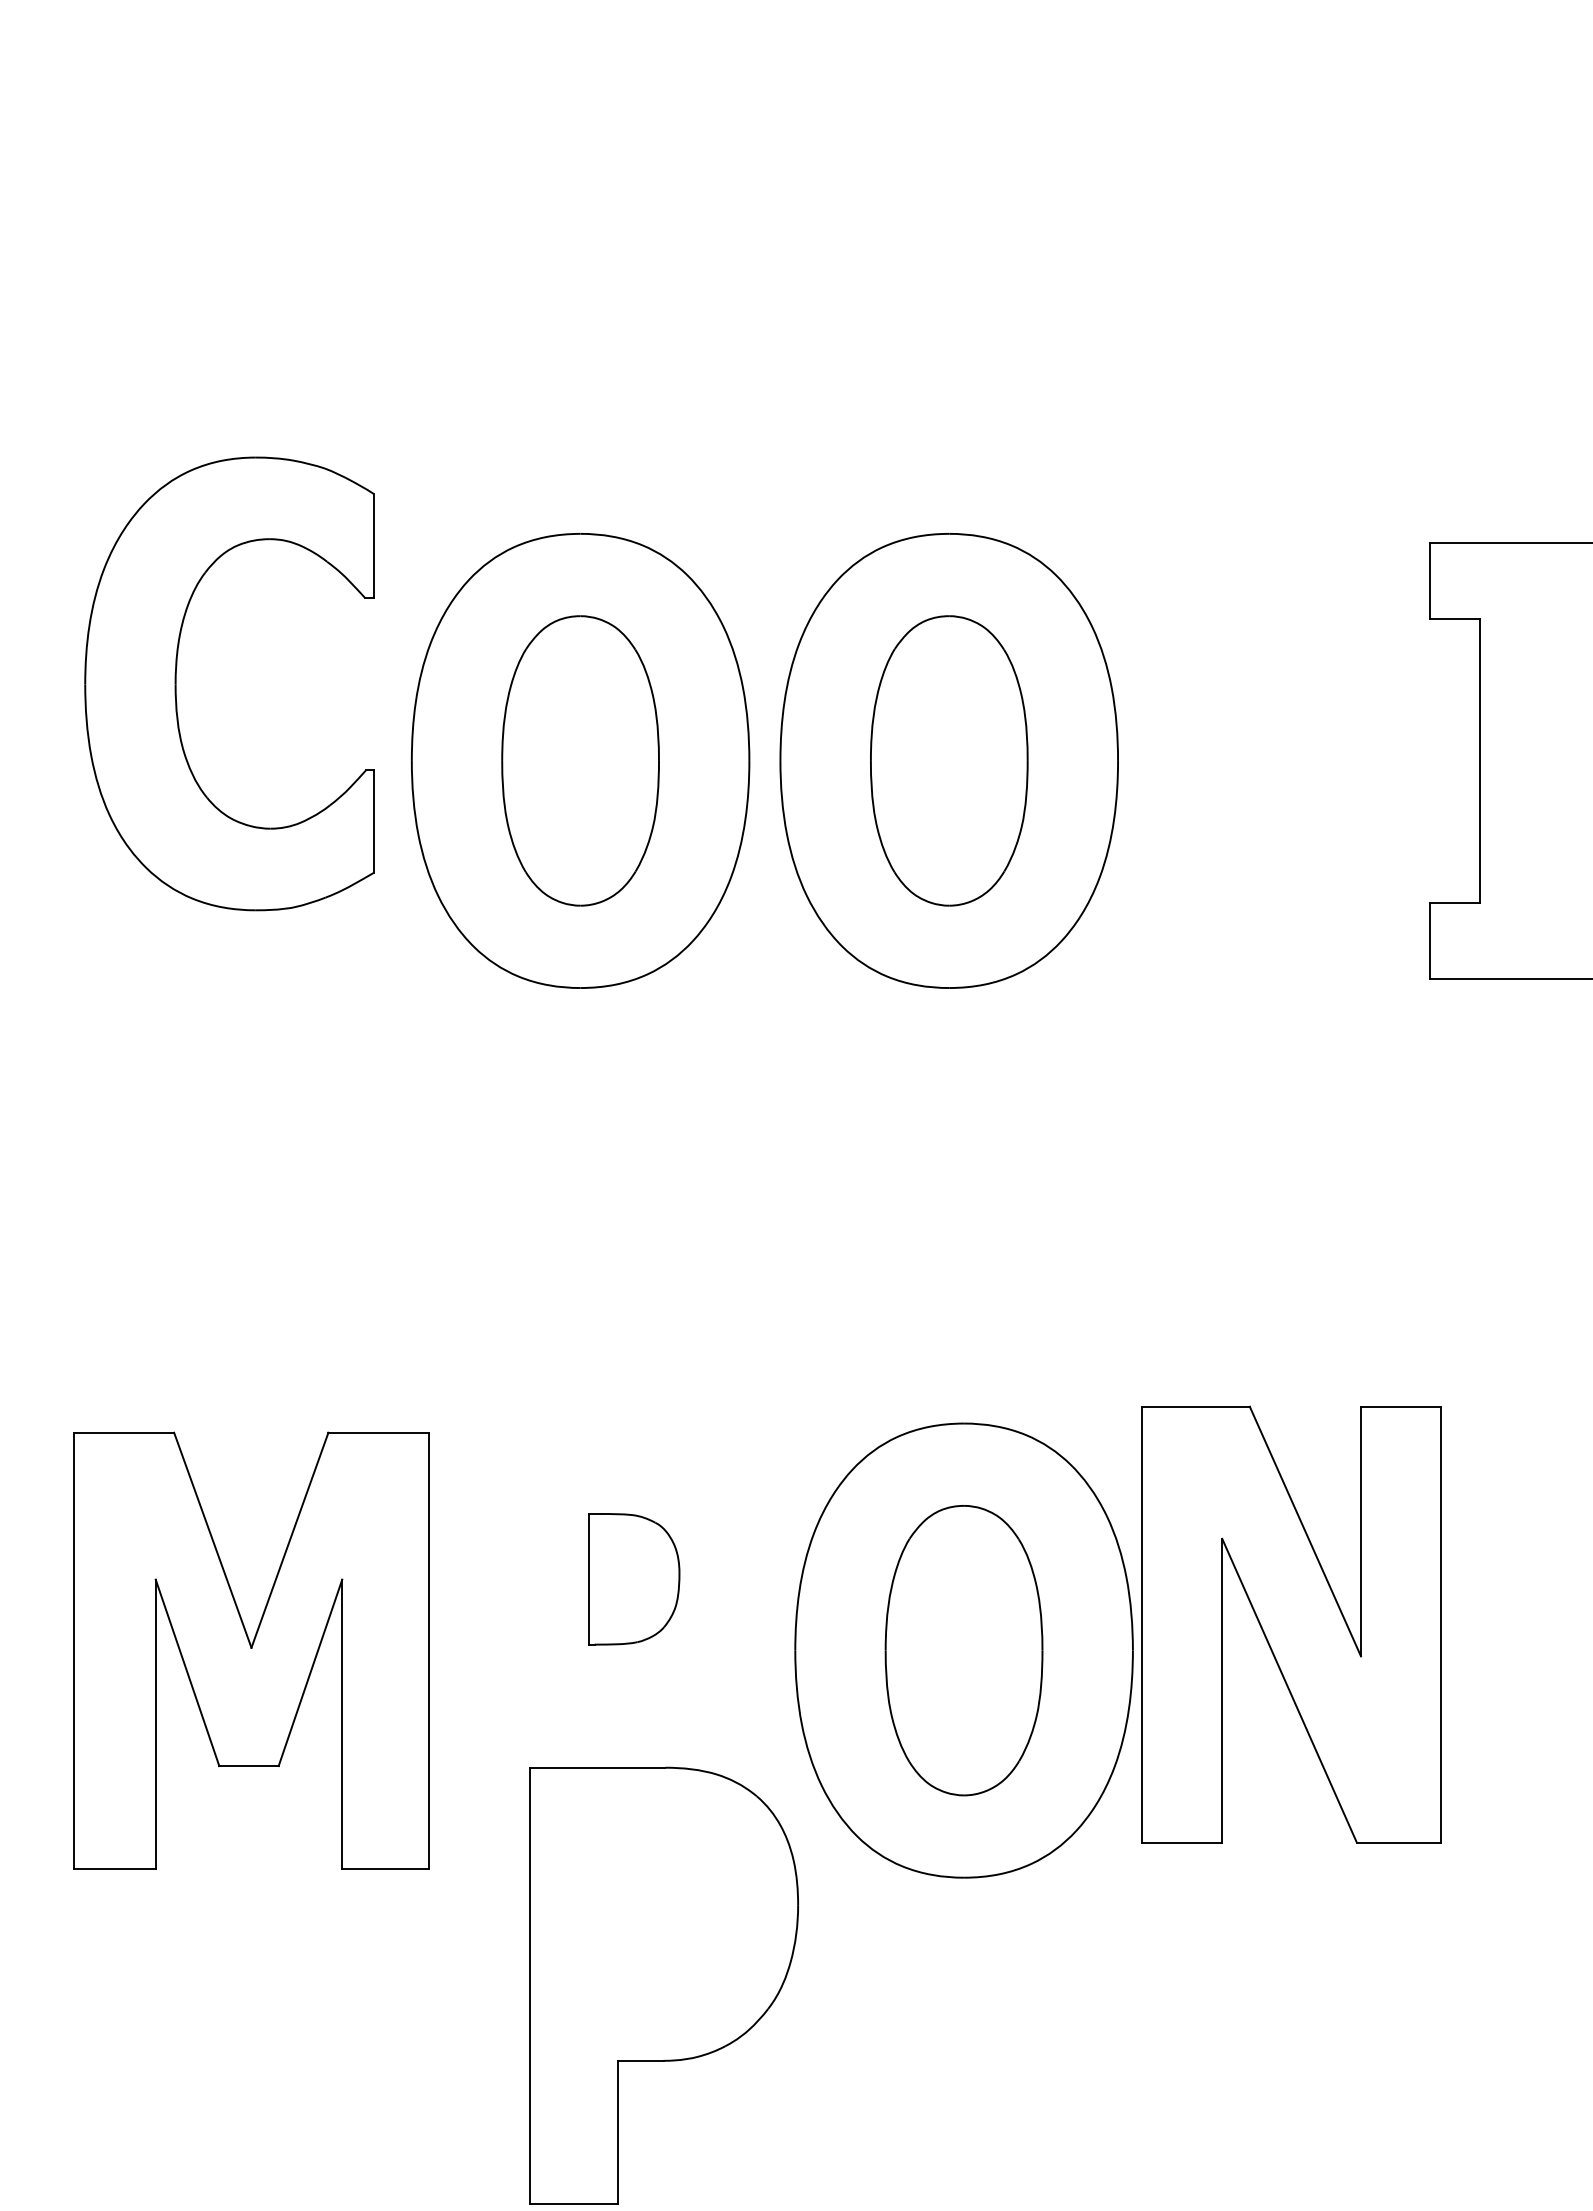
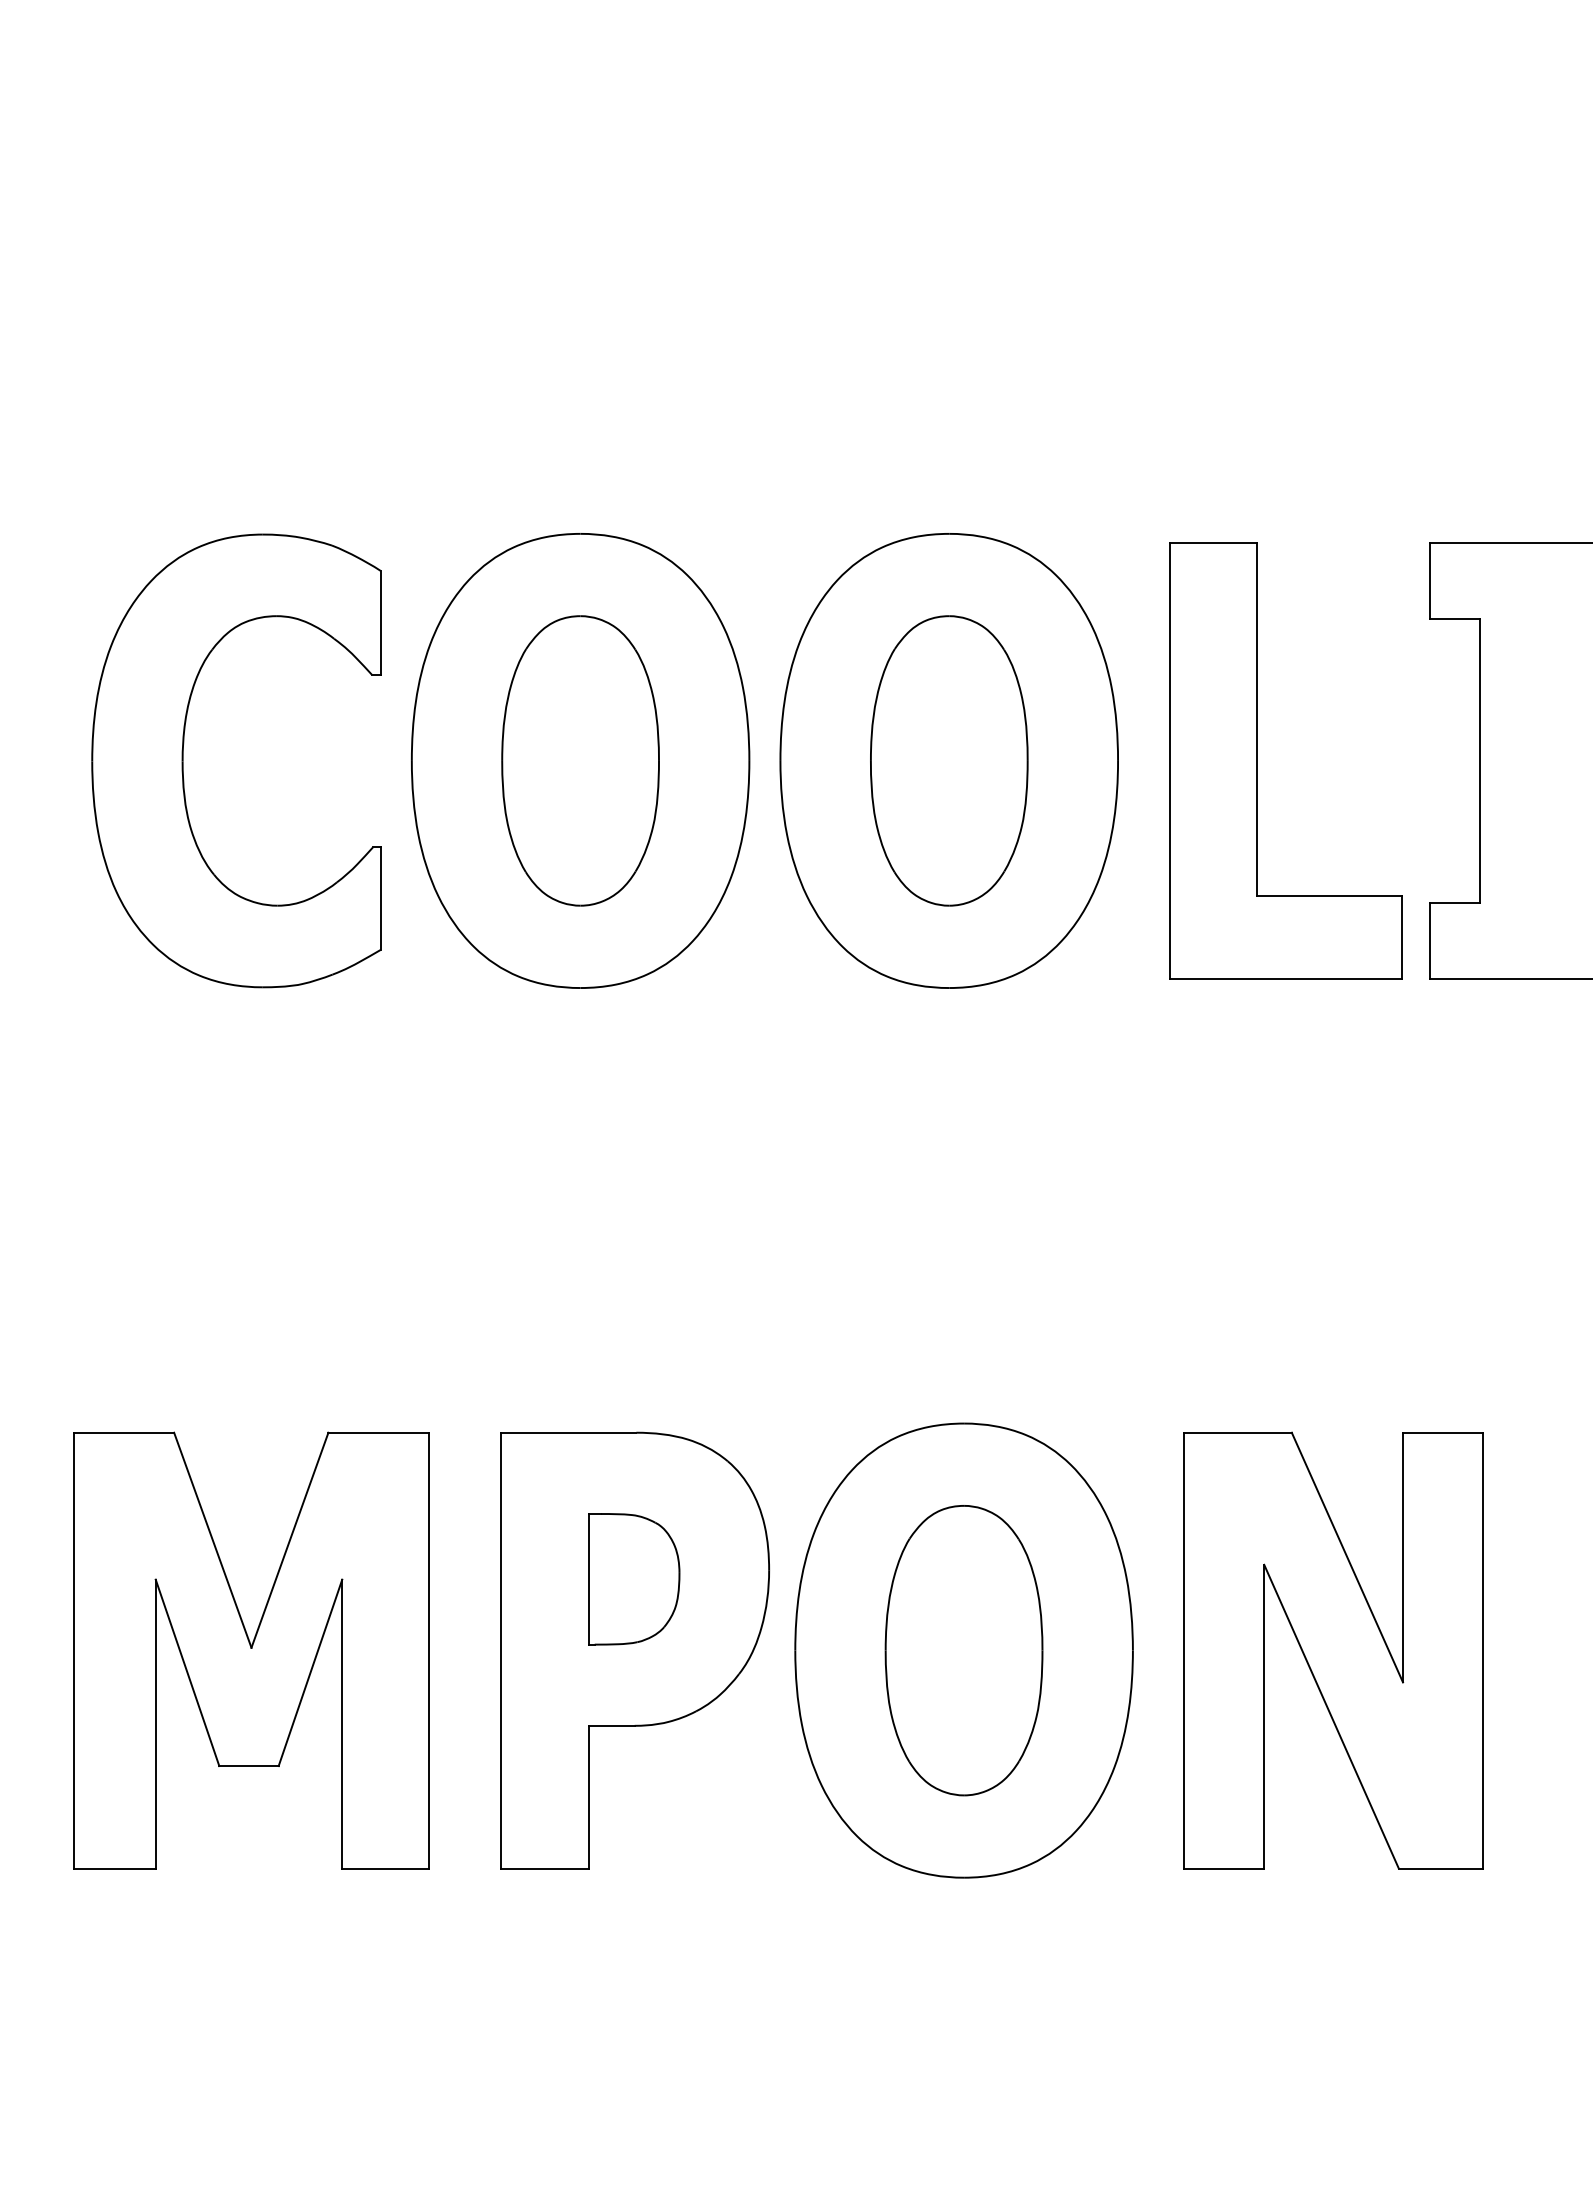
part at (176, 683) position: (176, 683) -> (183, 760)
part at (1257, 760): none -> present
part at (1291, 1624) position: (1291, 1624) -> (1333, 1650)
part at (663, 1985) position: (663, 1985) -> (634, 1650)
